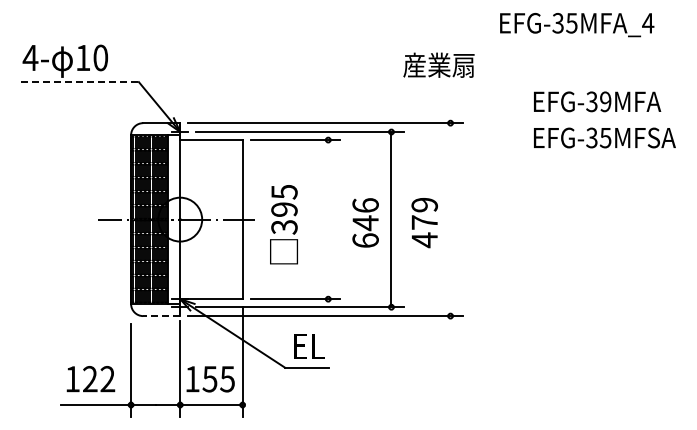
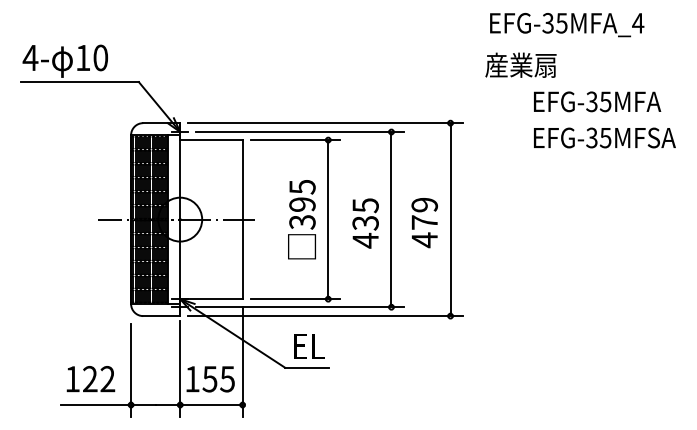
text at (577, 25) position: (577, 25) -> (567, 25)
text at (438, 64) position: (438, 64) -> (520, 64)
line at (80, 82): dashed -> solid
text at (605, 101): EFG-39MFA -> EFG-35MFA
line at (328, 219): none -> present
line at (450, 219): none -> present
text at (365, 223): 646 -> 435
text at (283, 224) position: (283, 224) -> (301, 219)
line at (161, 316): dashed -> solid
